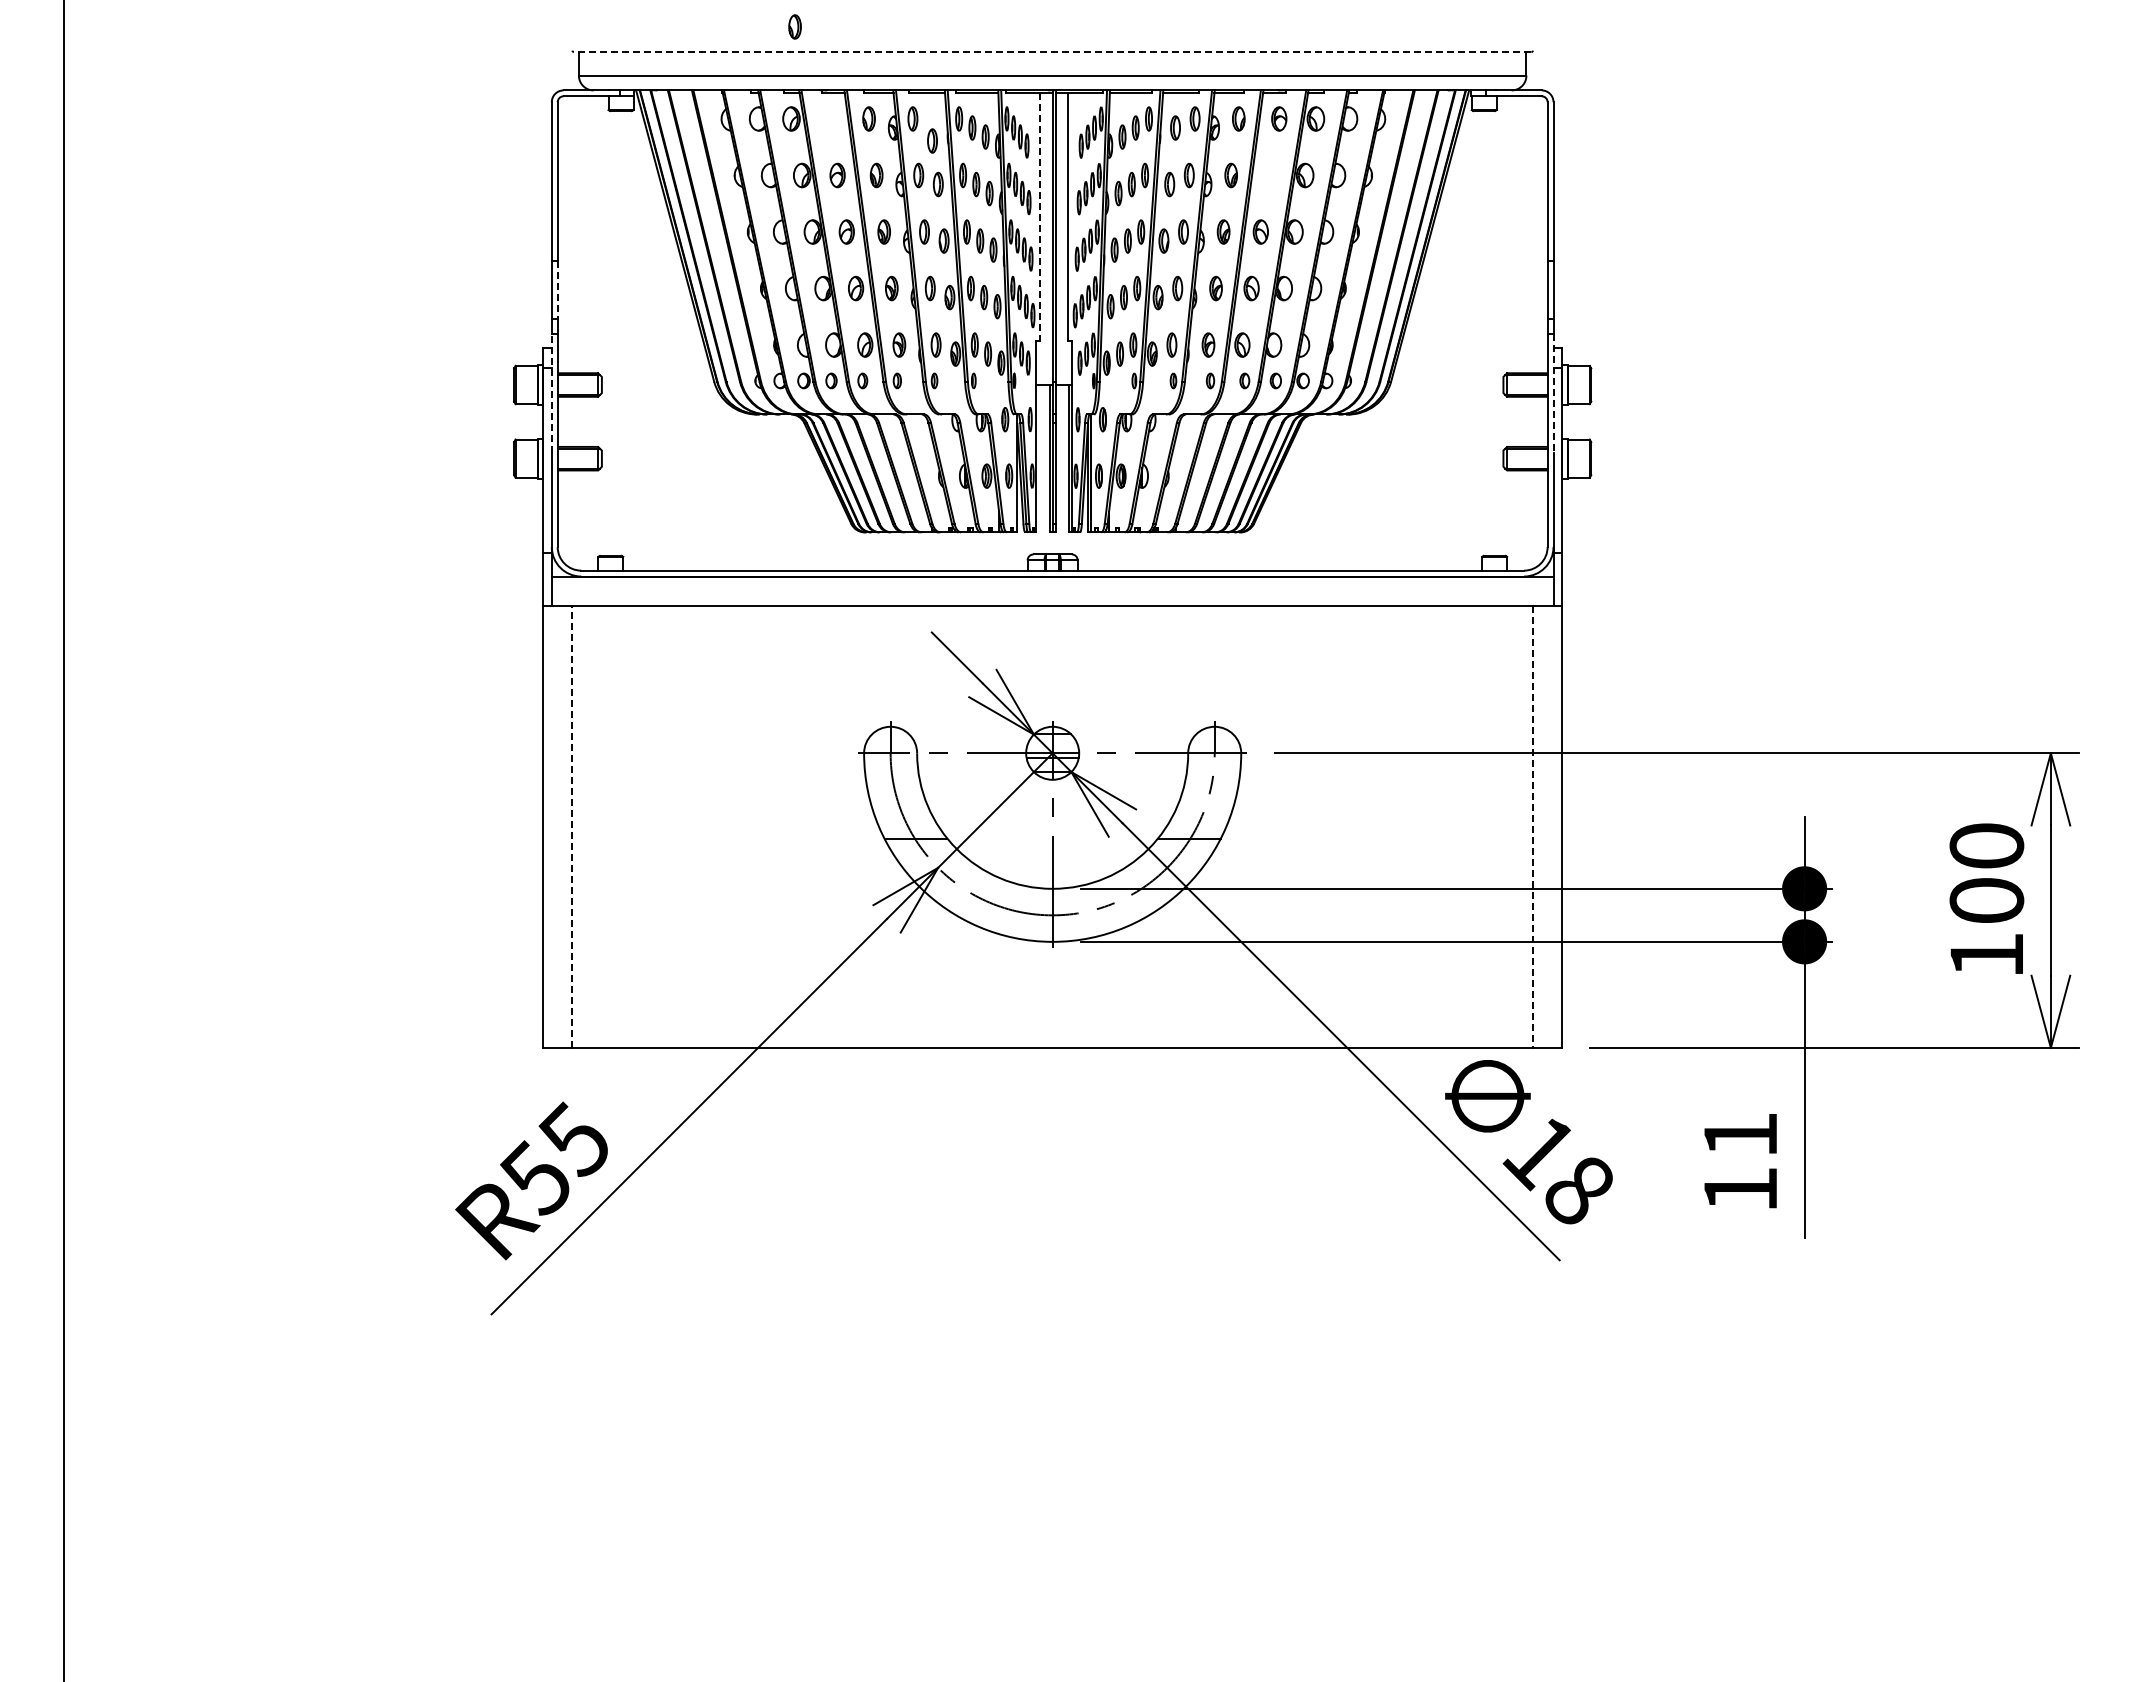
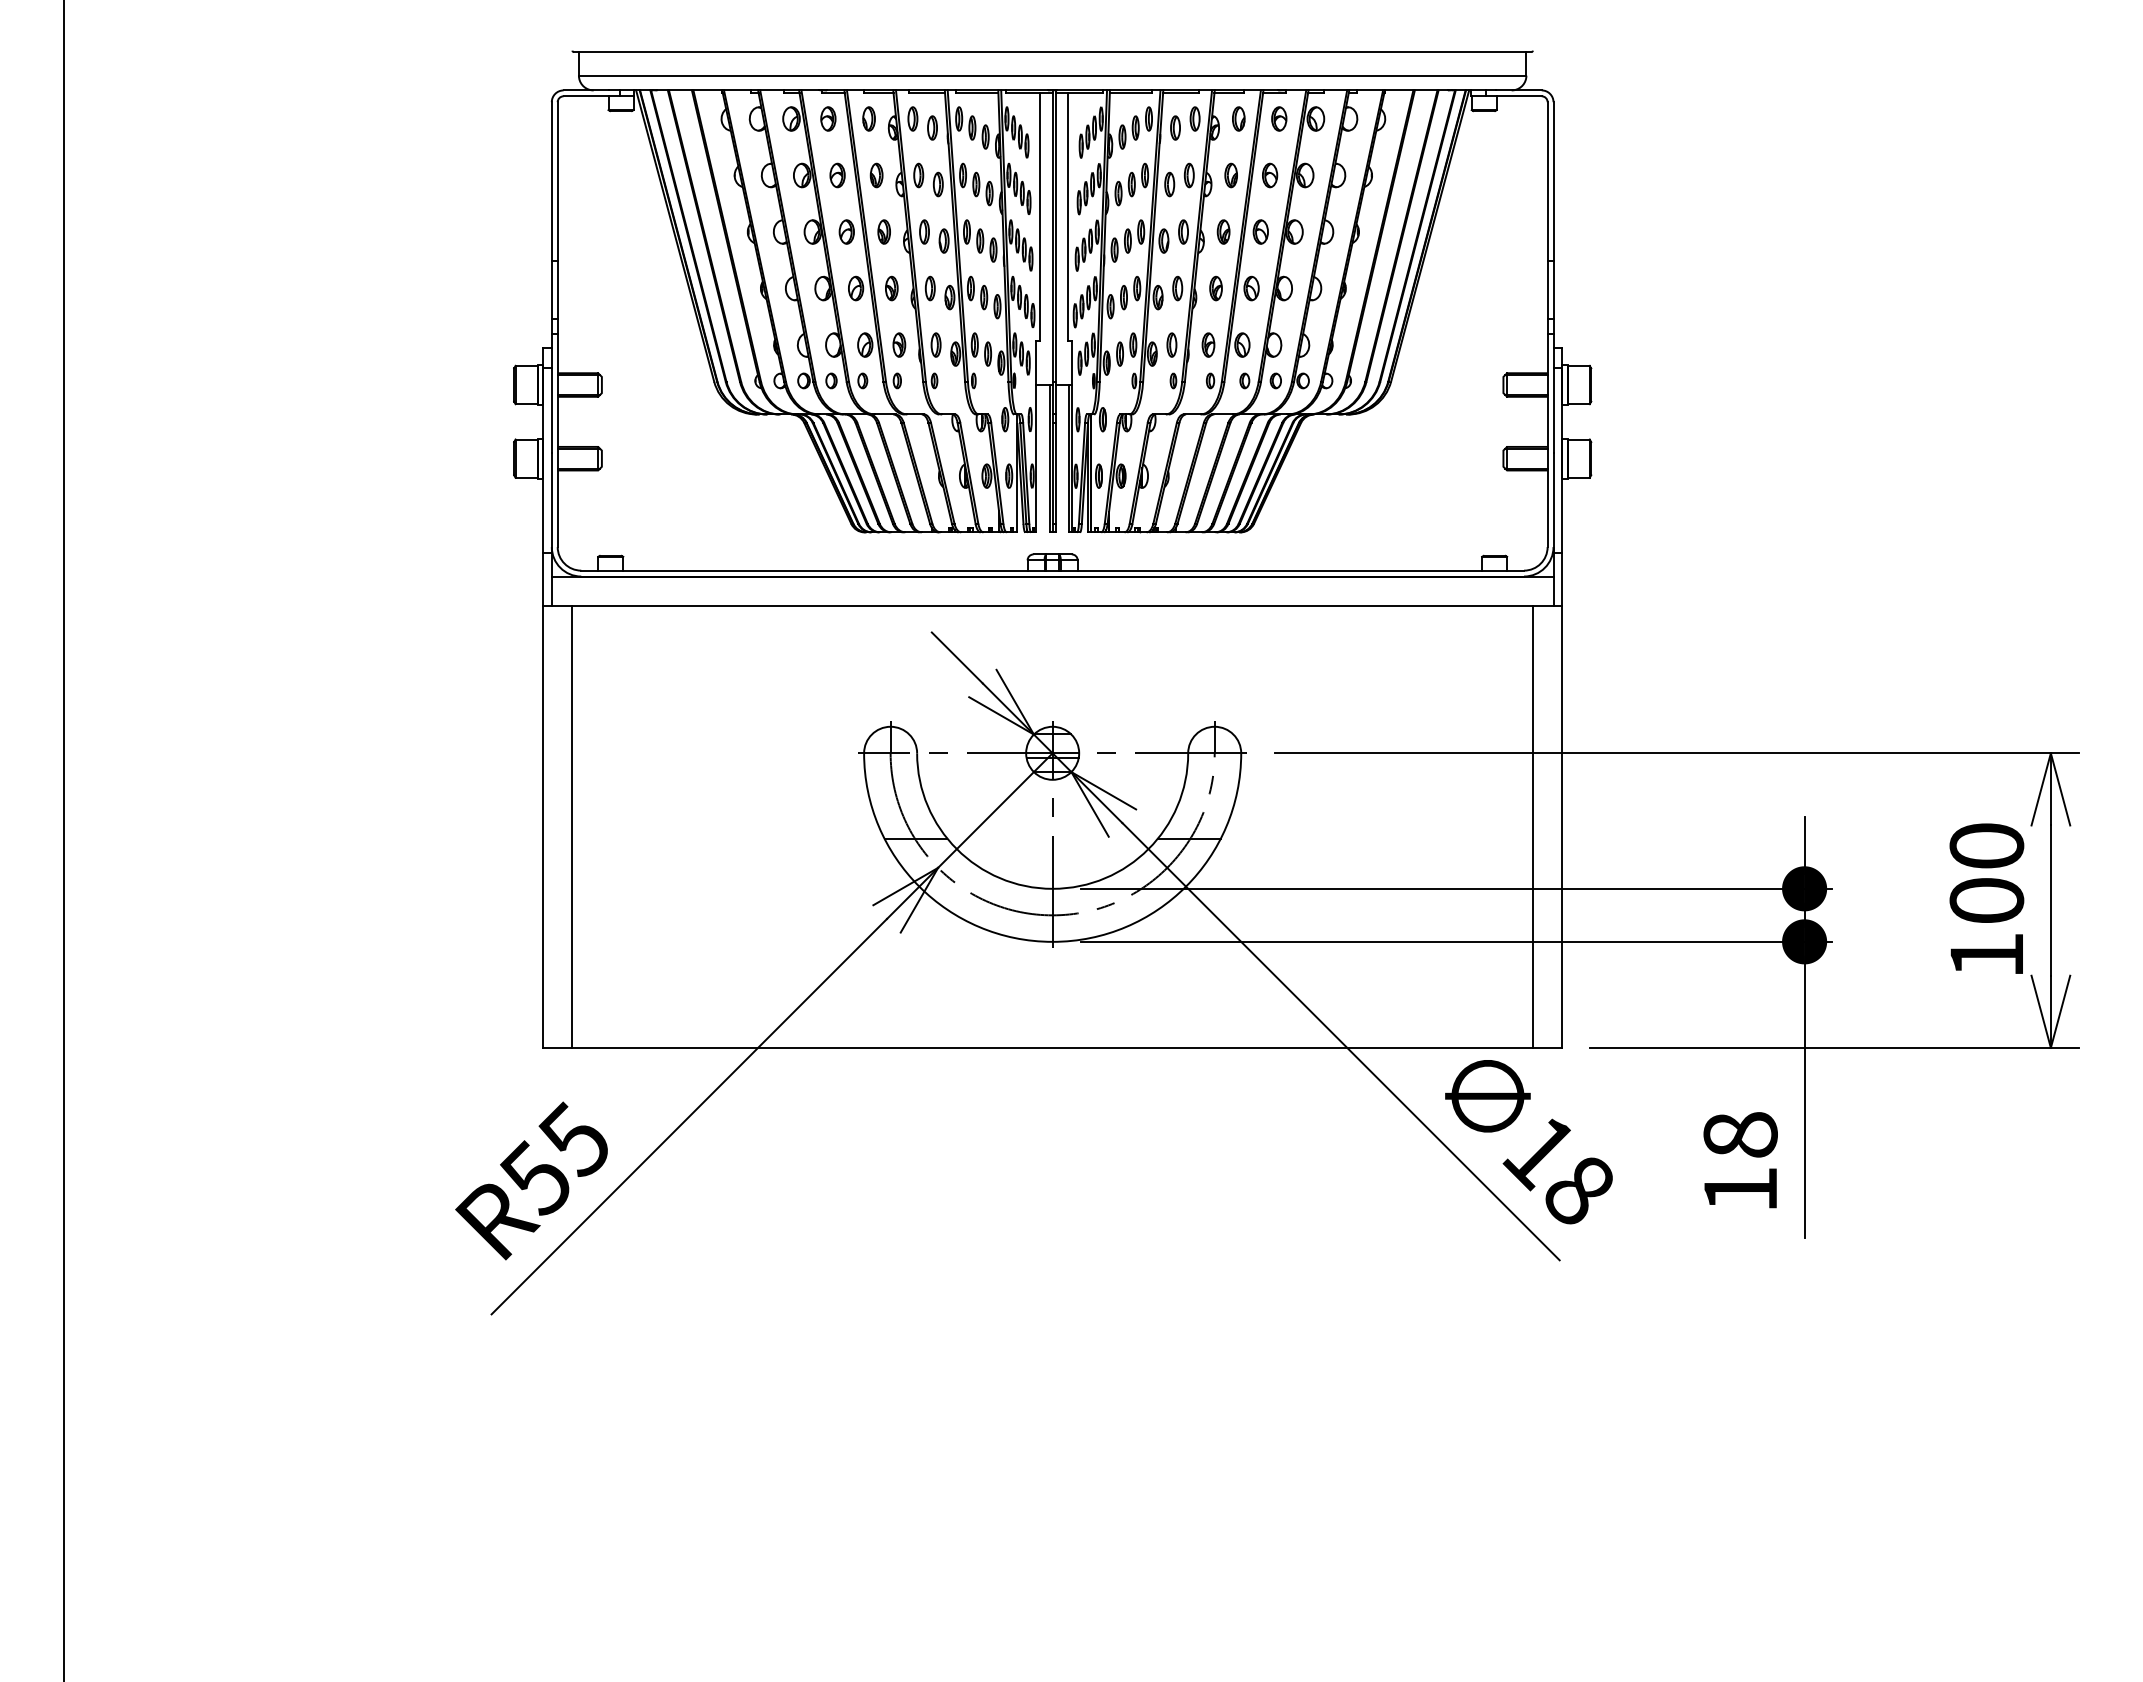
part at (794, 26): present -> none
line at (1052, 52): dashed -> solid
part at (828, 118): none -> present
part at (932, 140) position: (932, 140) -> (932, 127)
part at (1270, 175): none -> present
line at (1040, 217): dashed -> solid
line at (557, 290): dashed -> solid
line at (551, 393): dashed -> solid
line at (1553, 393): dashed -> solid
line at (572, 826): dashed -> solid
line at (1532, 826): dashed -> solid
text at (1740, 1134): 11 -> 18
